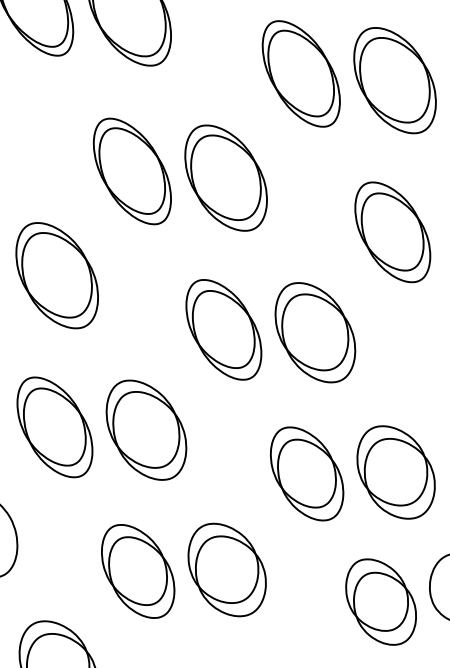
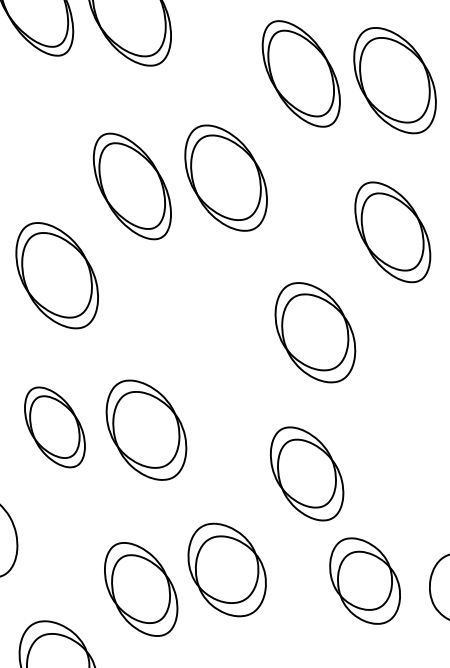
part at (131, 171) position: (131, 171) -> (131, 186)
part at (223, 329): present -> none
part at (54, 427) size: 78x103 px -> 62x83 px
part at (395, 472): present -> none
part at (138, 571) position: (138, 571) -> (141, 589)
part at (380, 601) position: (380, 601) -> (364, 580)
